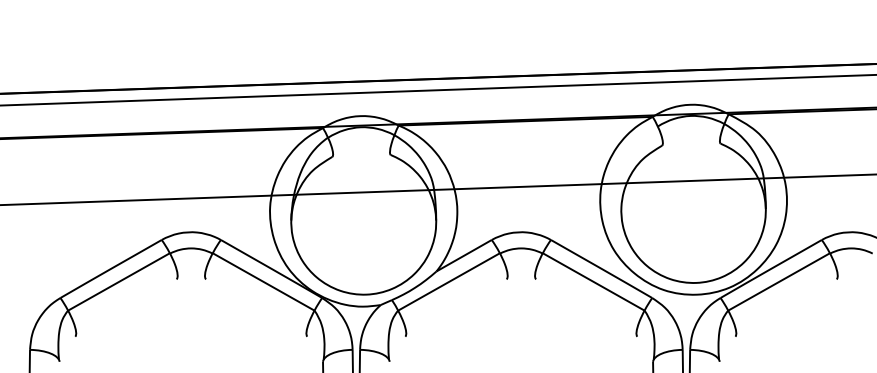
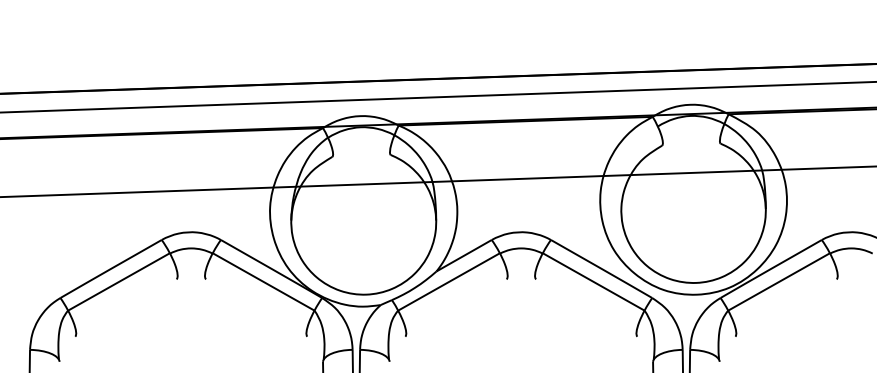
line at (437, 90) position: (437, 90) -> (437, 97)
line at (437, 189) position: (437, 189) -> (437, 181)
